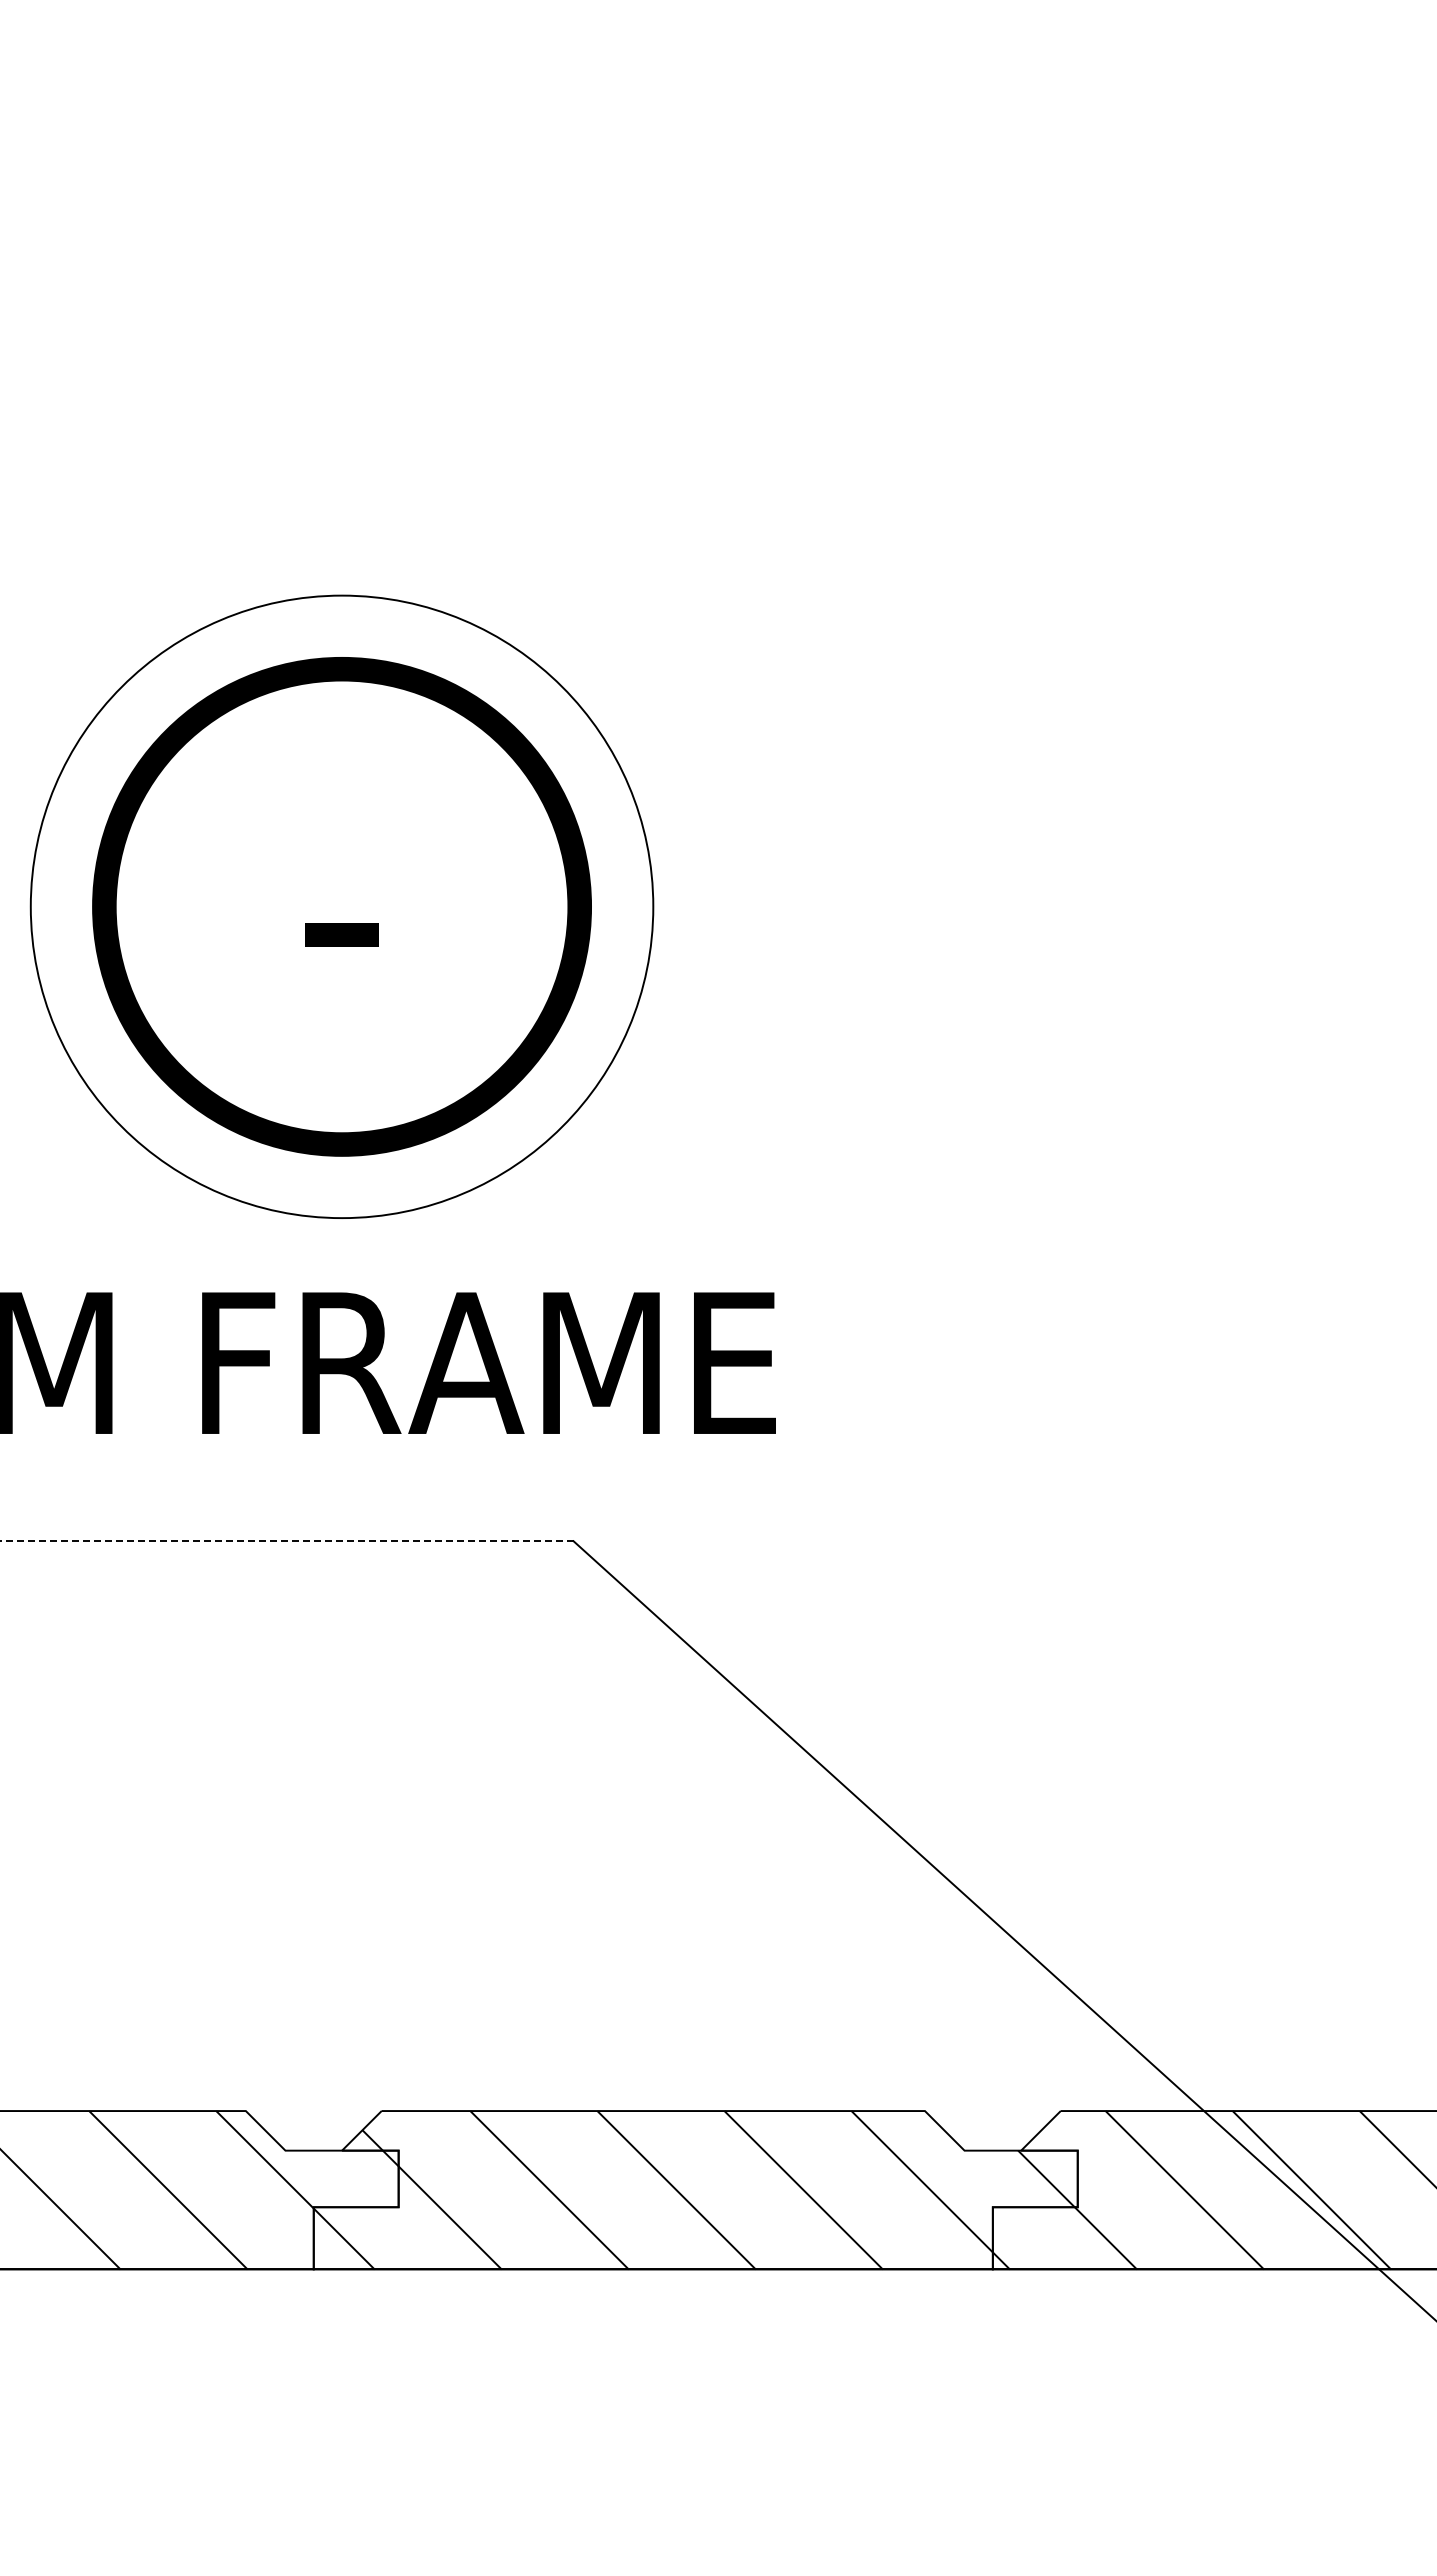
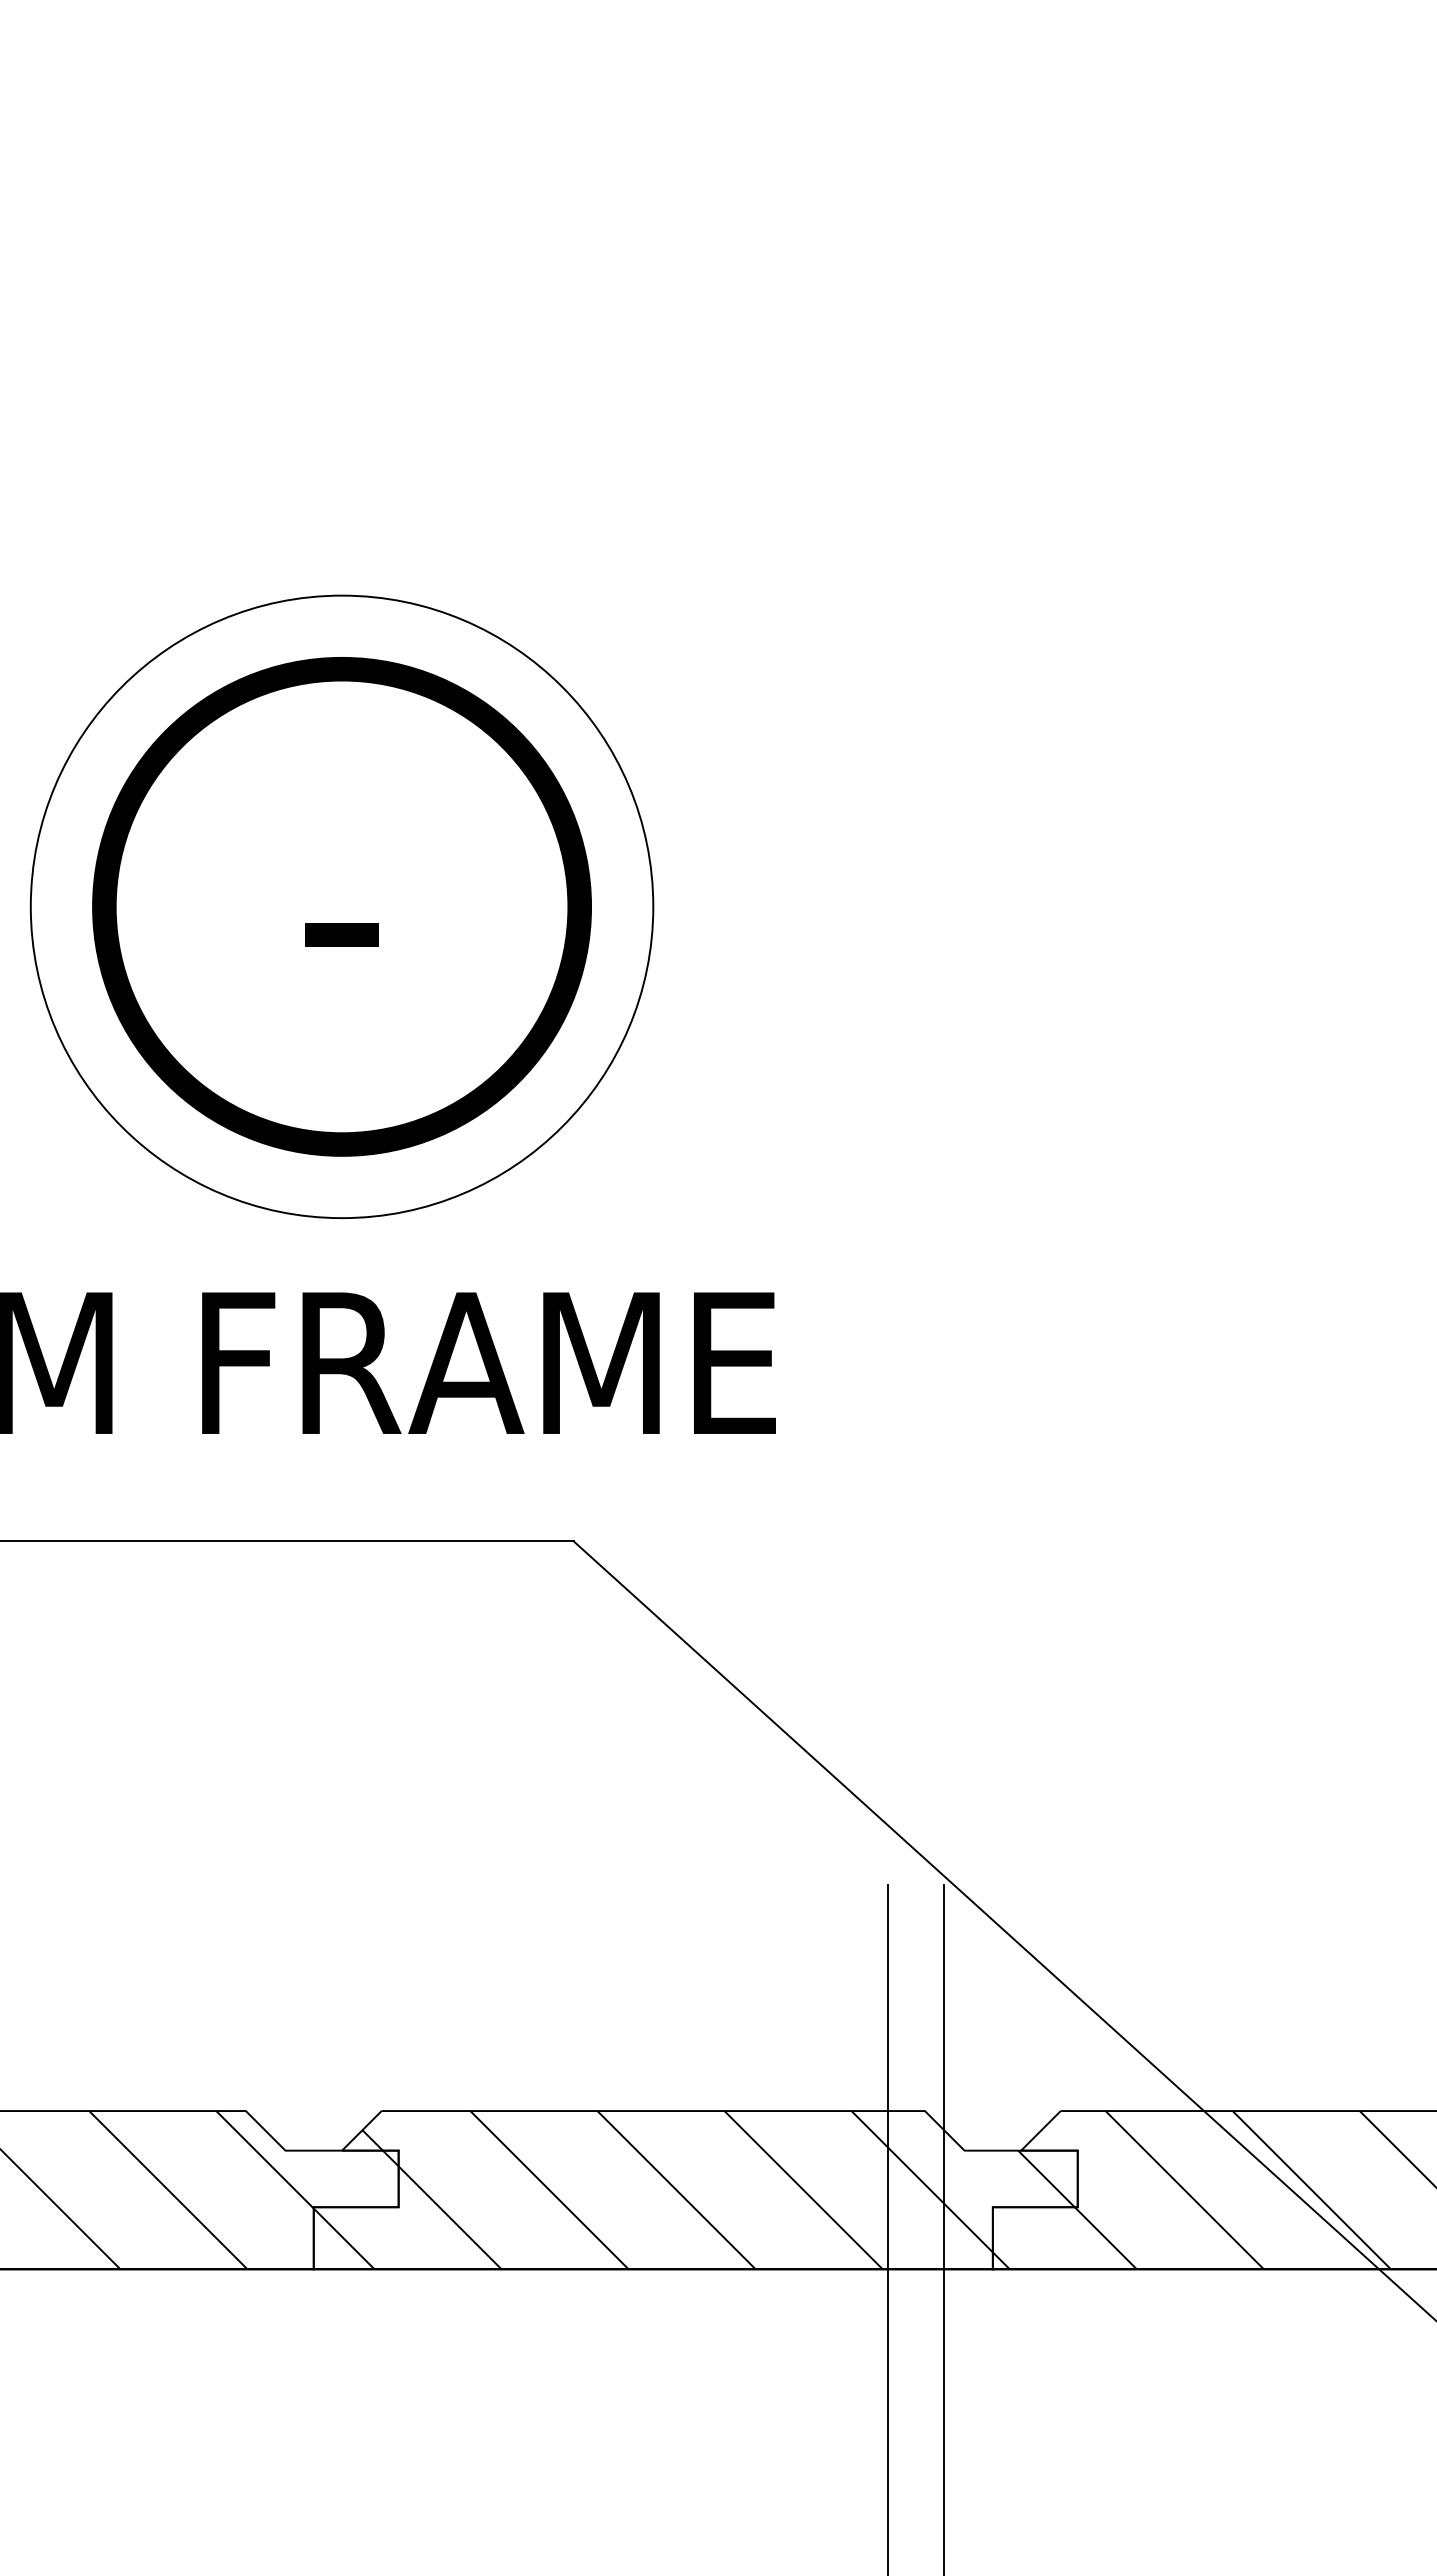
line at (286, 1541): dashed -> solid
line at (887, 2228): none -> present
line at (944, 2228): none -> present
